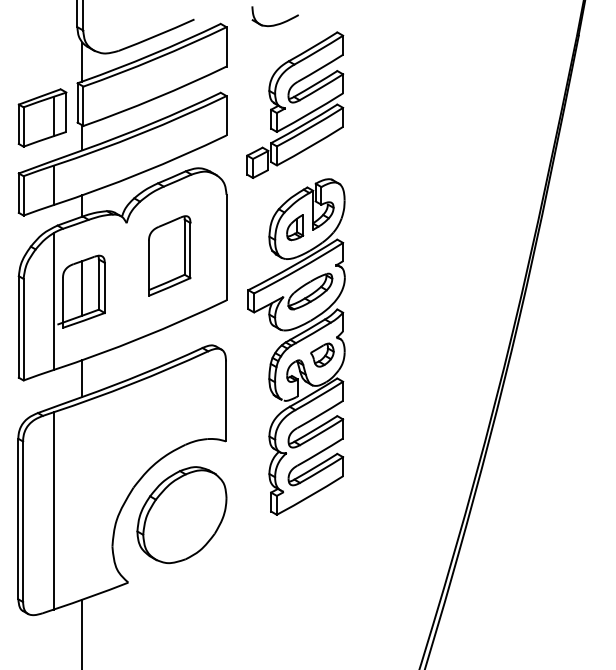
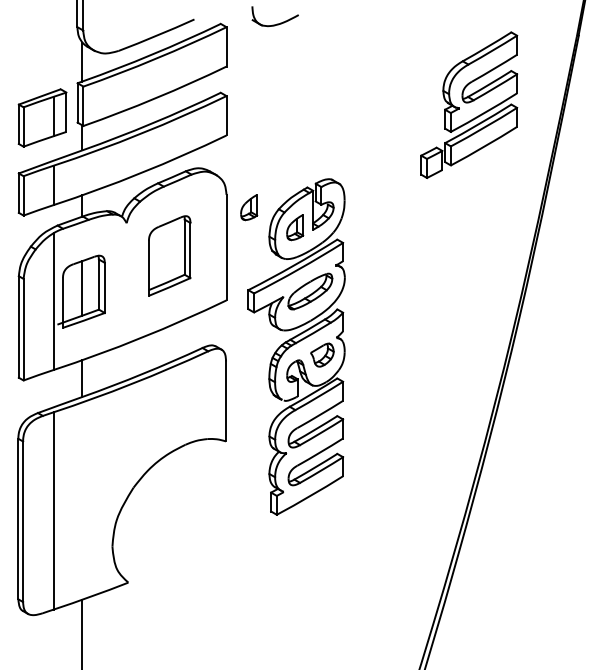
part at (295, 104) position: (295, 104) -> (469, 104)
part at (249, 207): none -> present
part at (181, 515): present -> none
